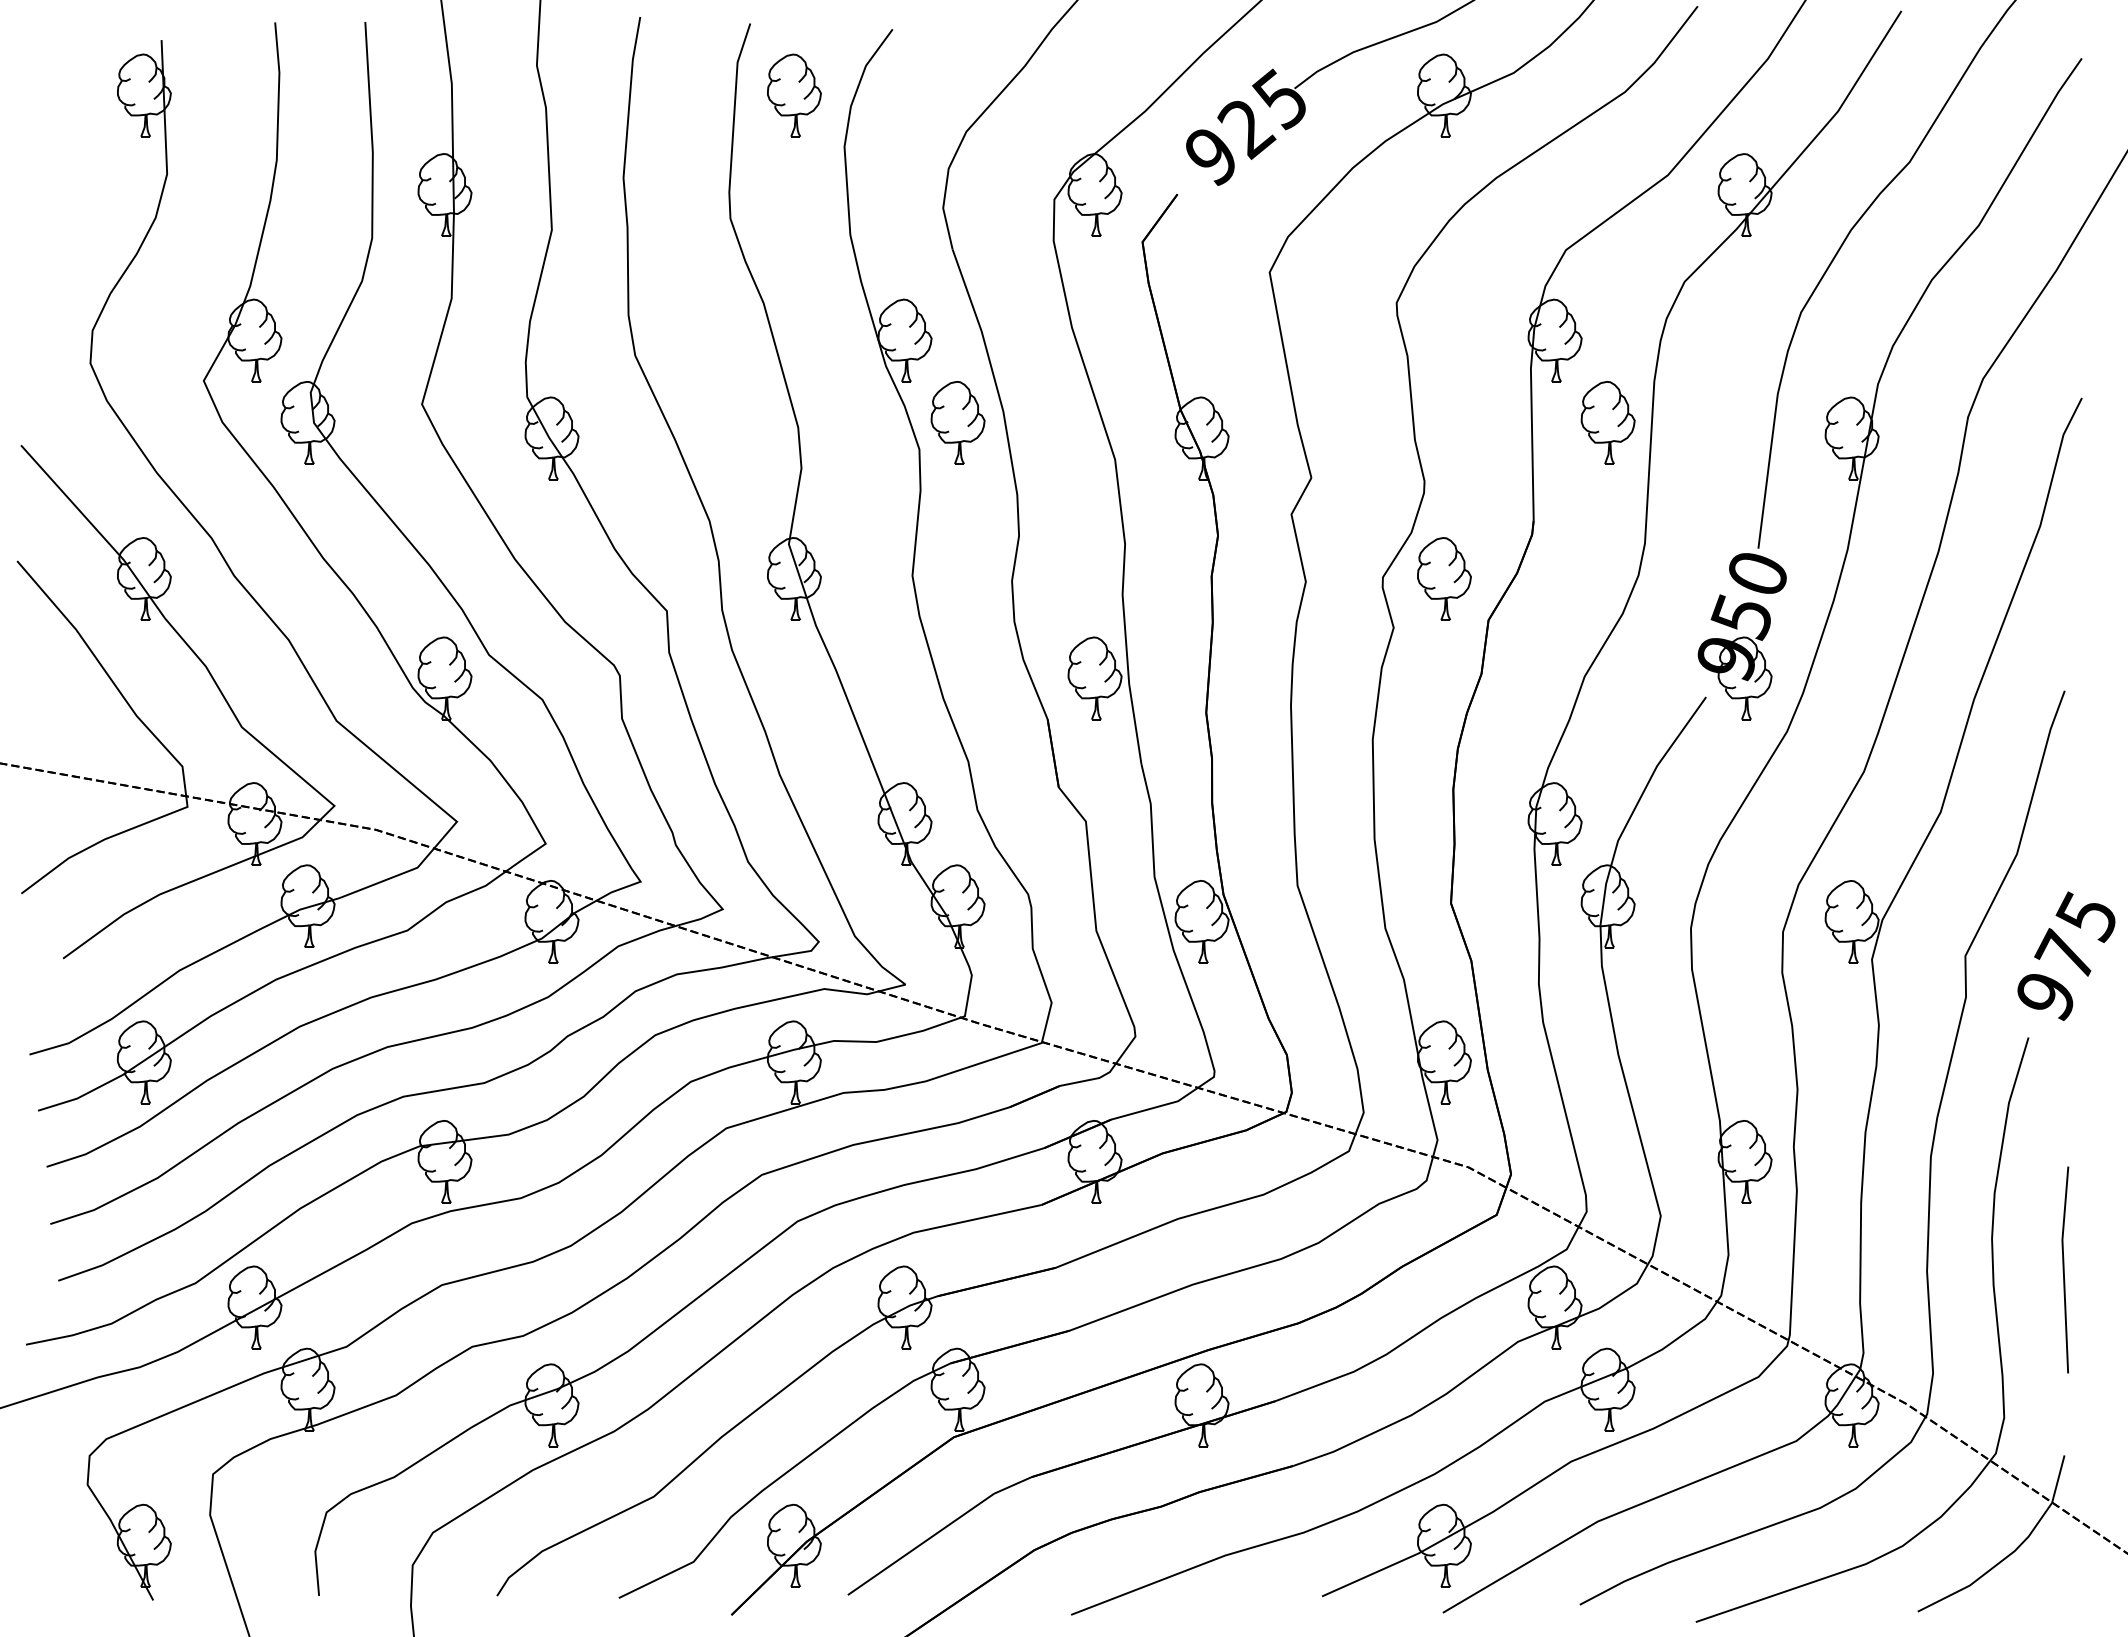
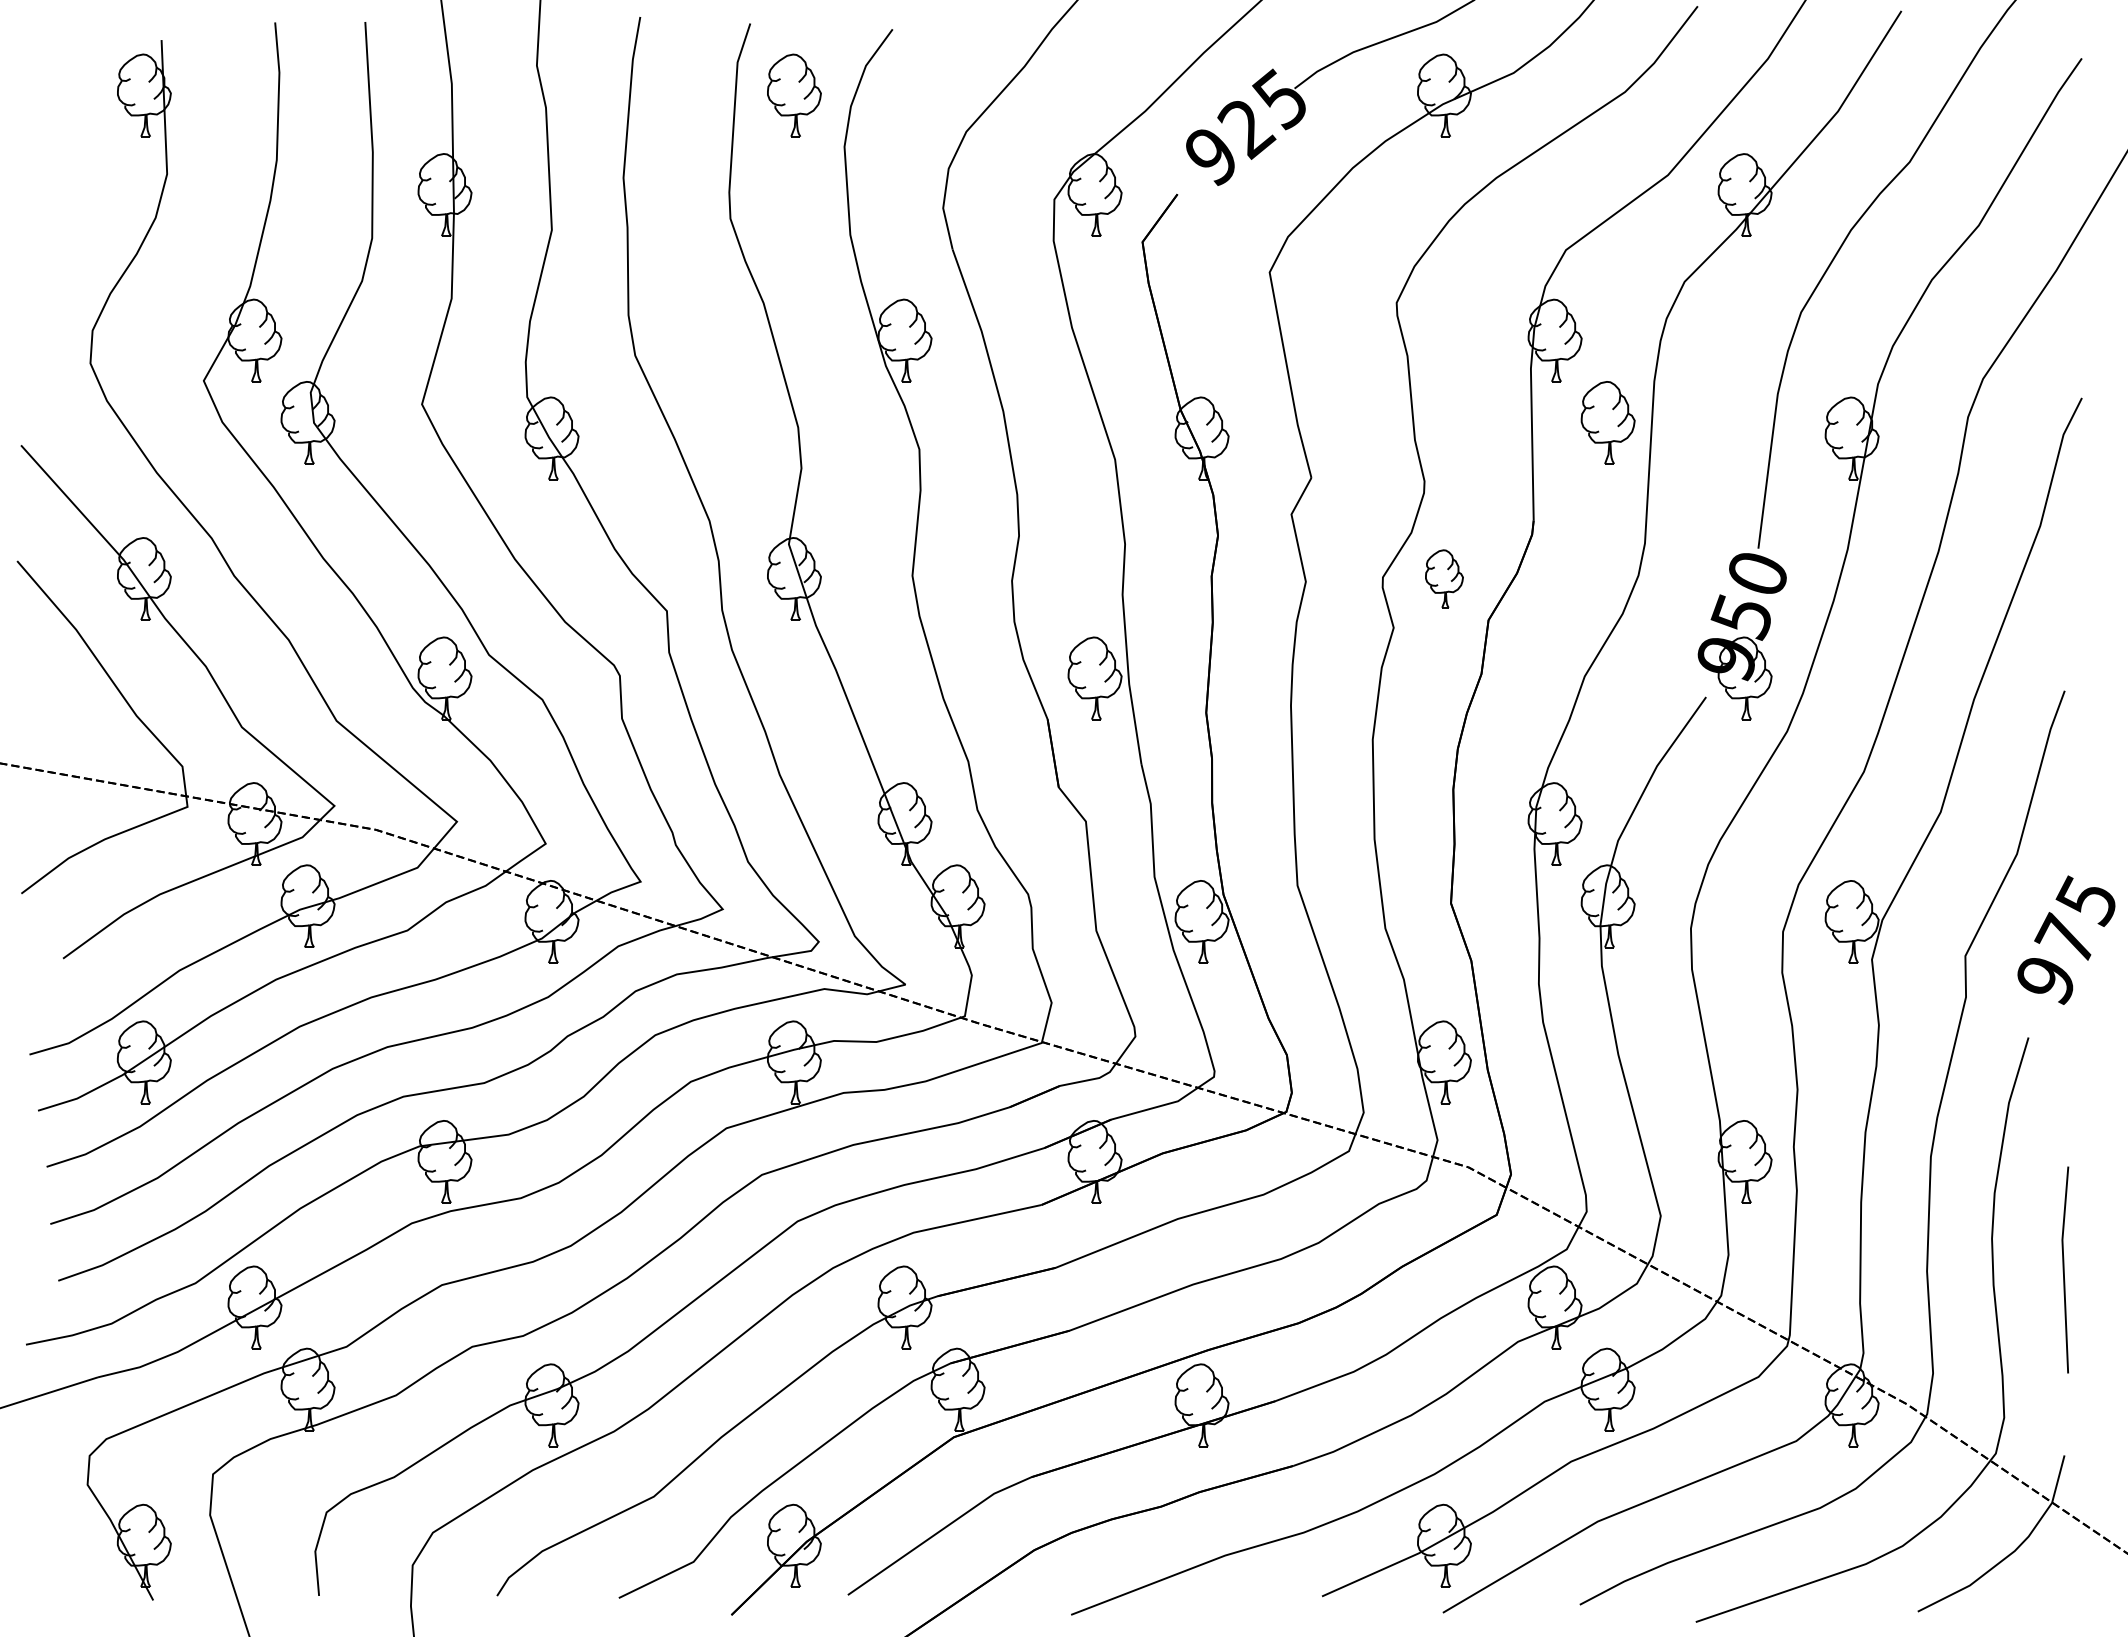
part at (957, 422): present -> none
part at (1444, 578) size: 55x84 px -> 39x60 px
text at (2066, 955) position: (2066, 955) -> (2066, 939)
